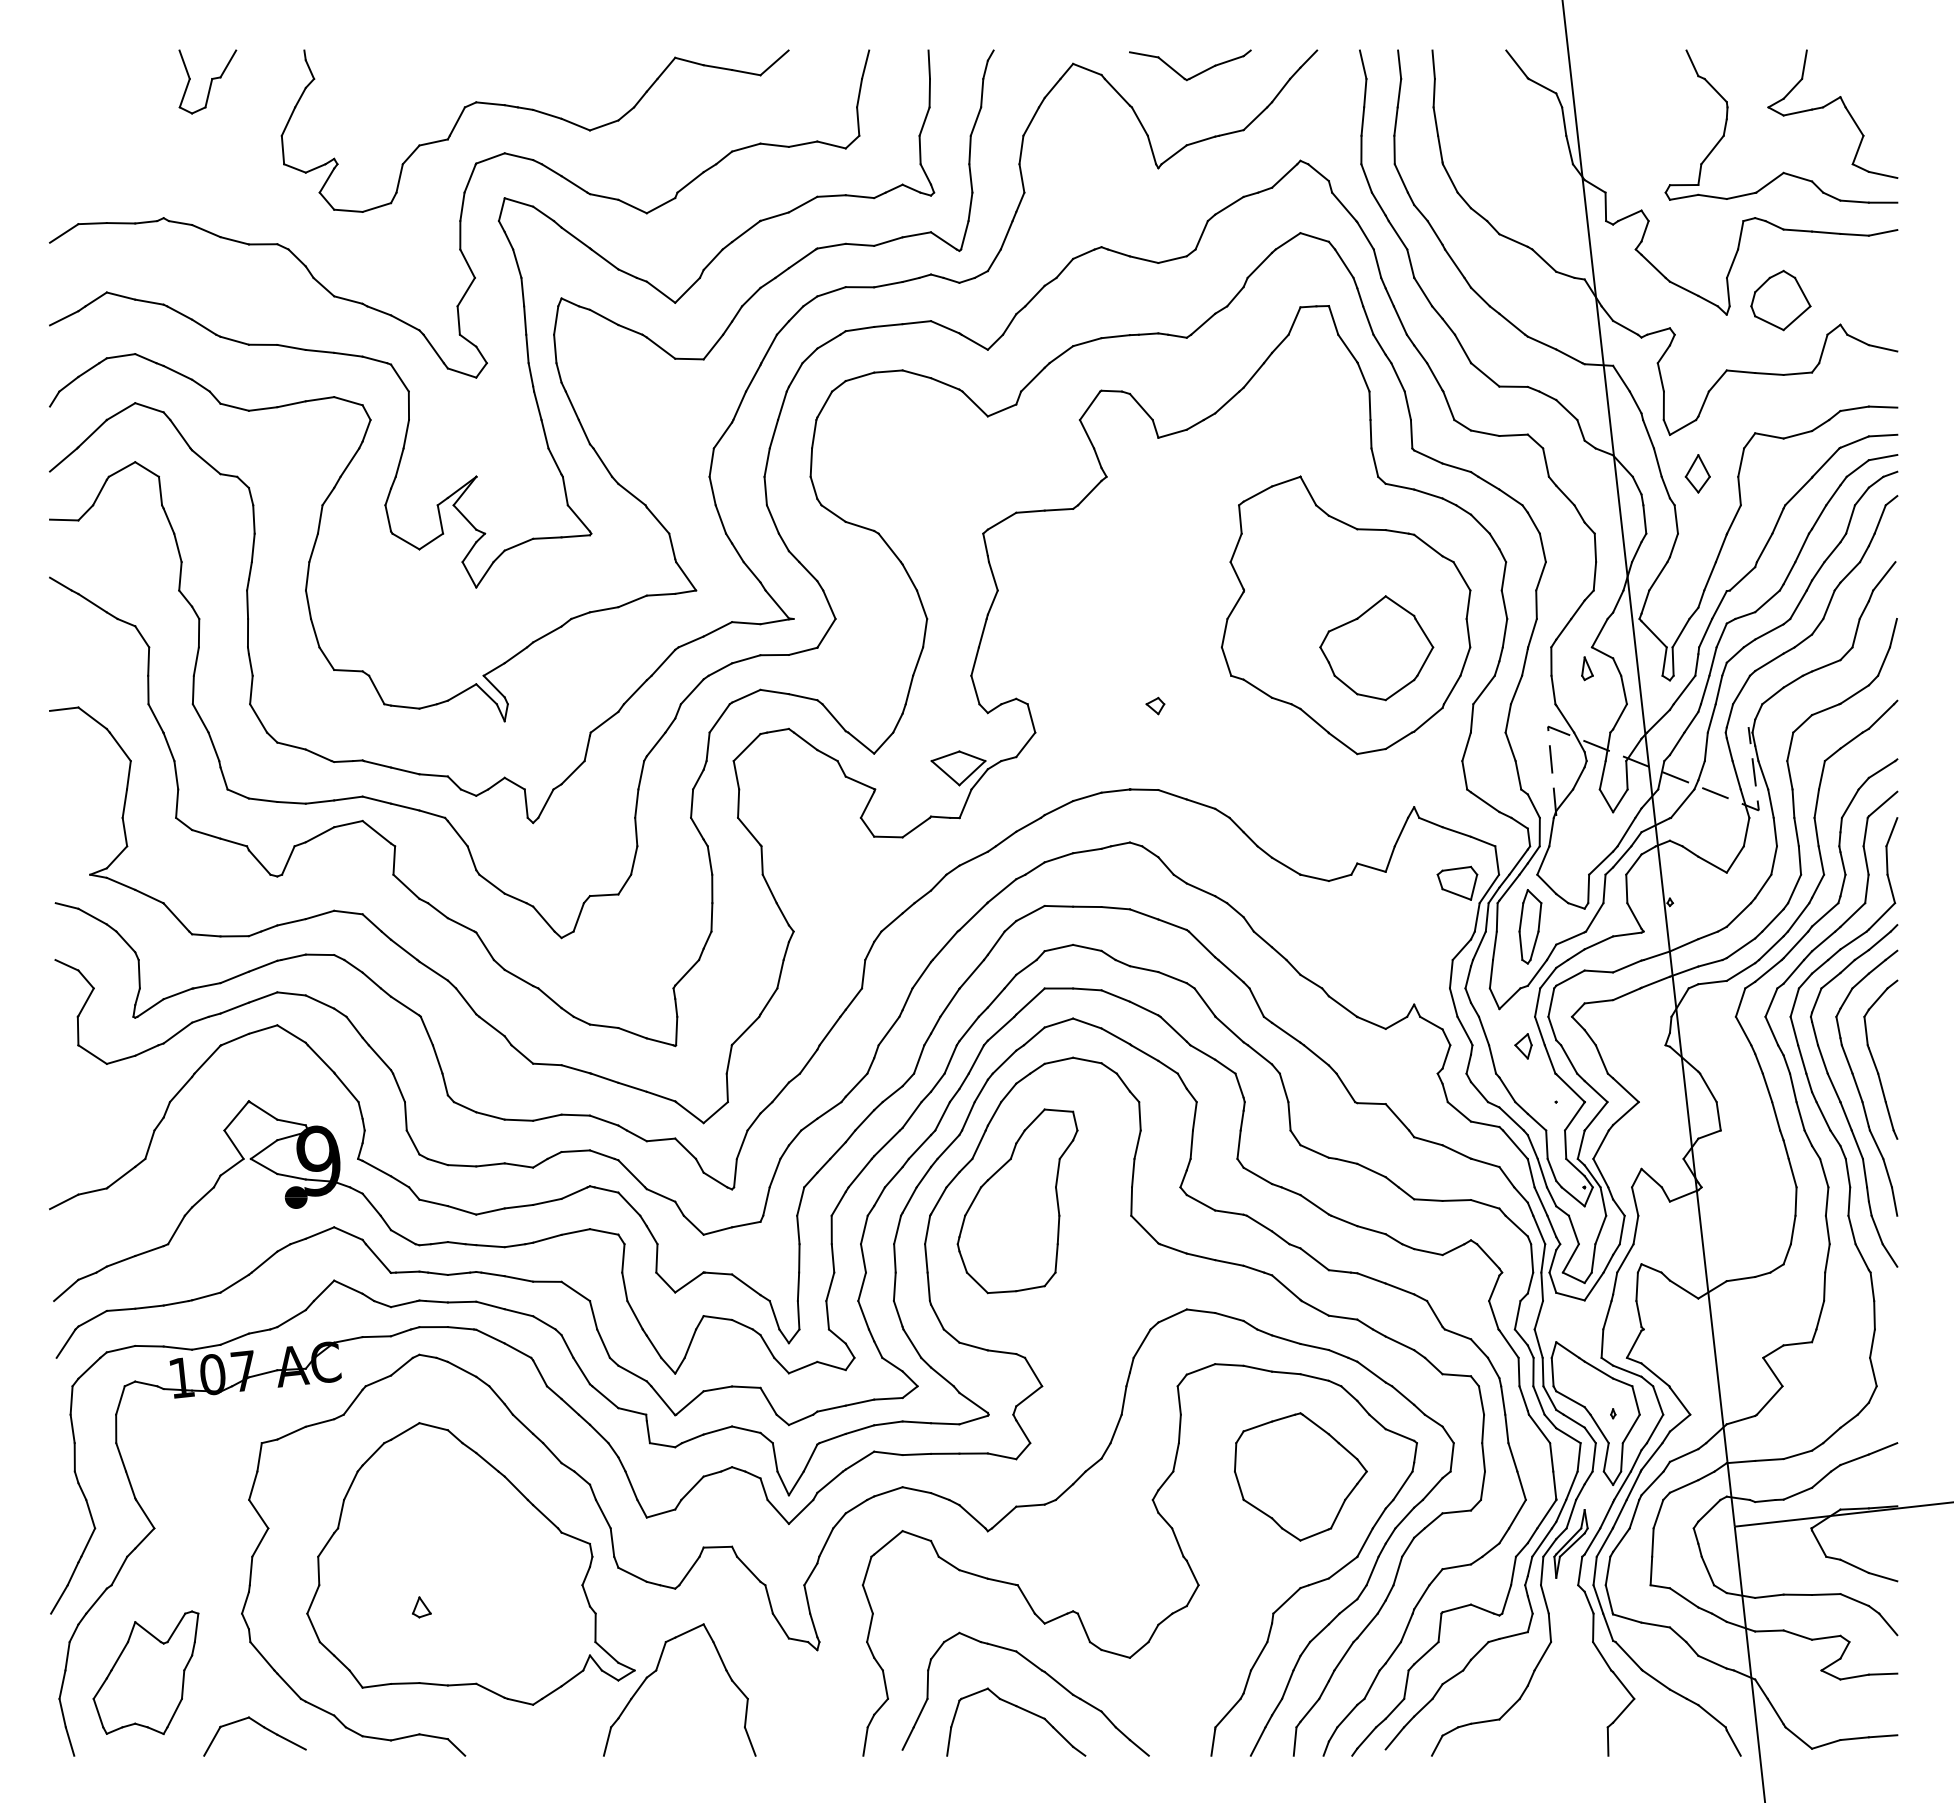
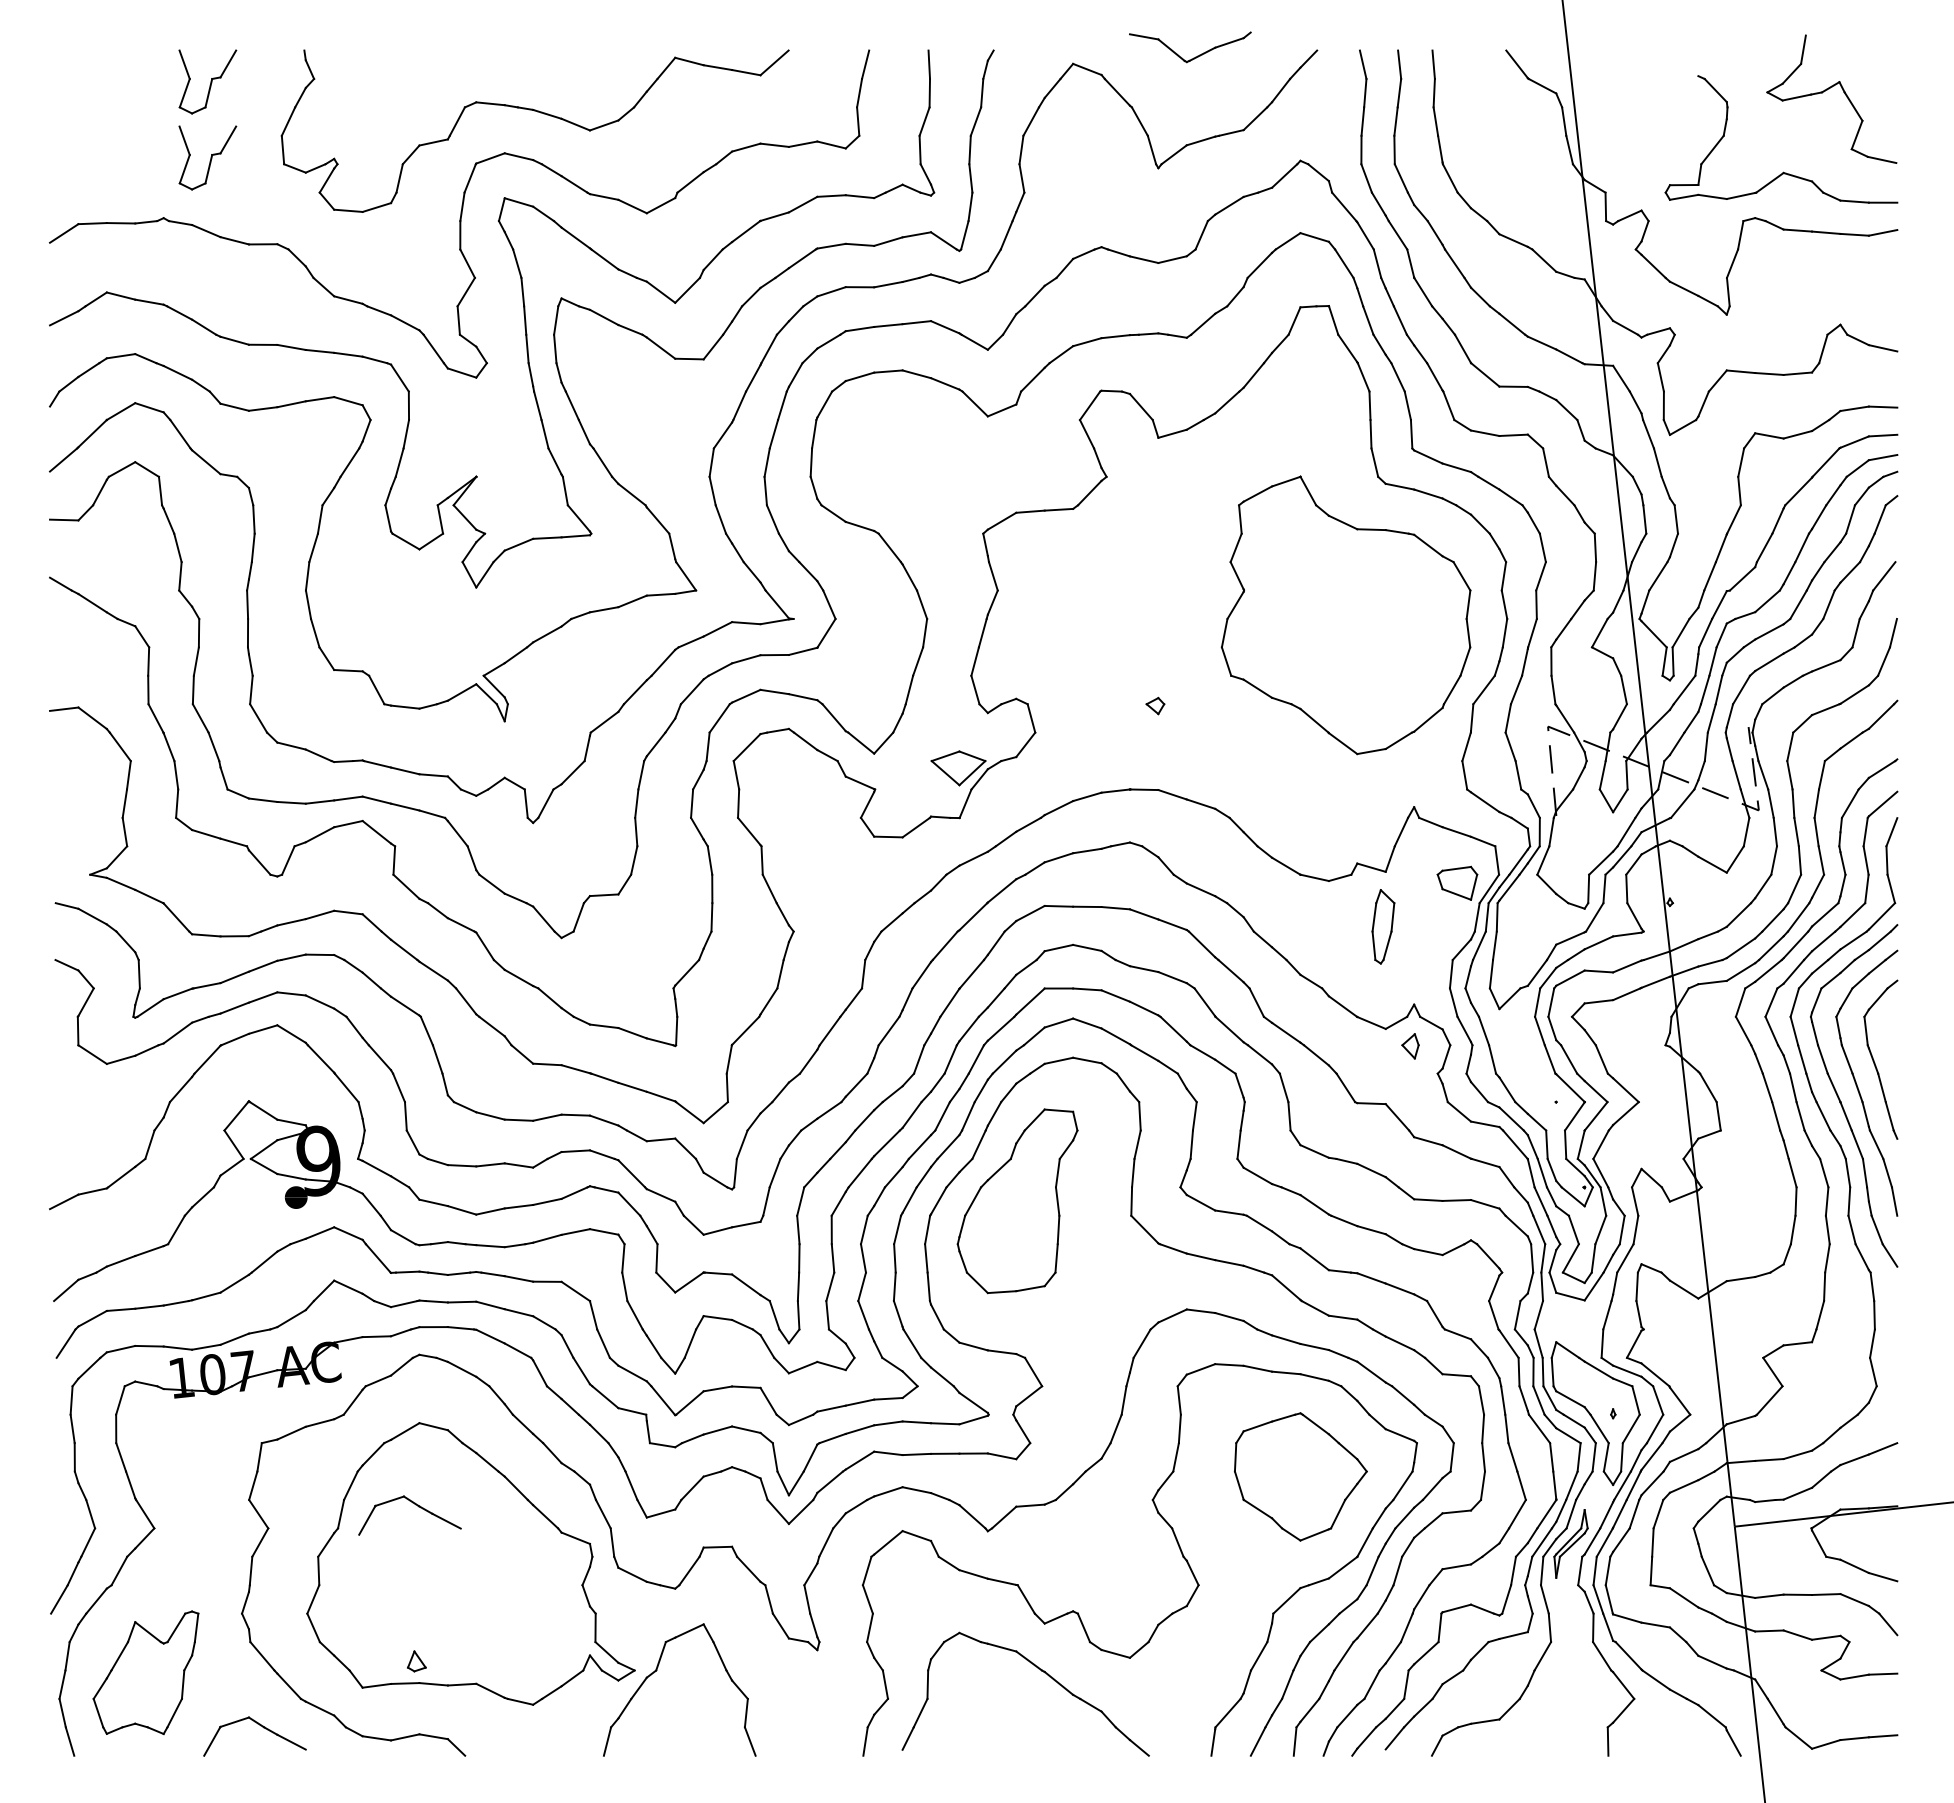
line at (1692, 63): present -> none
part at (1195, 74) position: (1195, 74) -> (1195, 56)
part at (1828, 105) position: (1828, 105) -> (1827, 90)
part at (207, 157): none -> present
part at (1780, 300): present -> none
part at (1697, 473): present -> none
part at (1376, 648): present -> none
part at (1587, 668): present -> none
part at (1530, 926) position: (1530, 926) -> (1383, 926)
part at (1523, 1046) position: (1523, 1046) -> (1410, 1046)
part at (415, 1505): none -> present
part at (421, 1607) position: (421, 1607) -> (416, 1661)
part at (1021, 1709): present -> none
